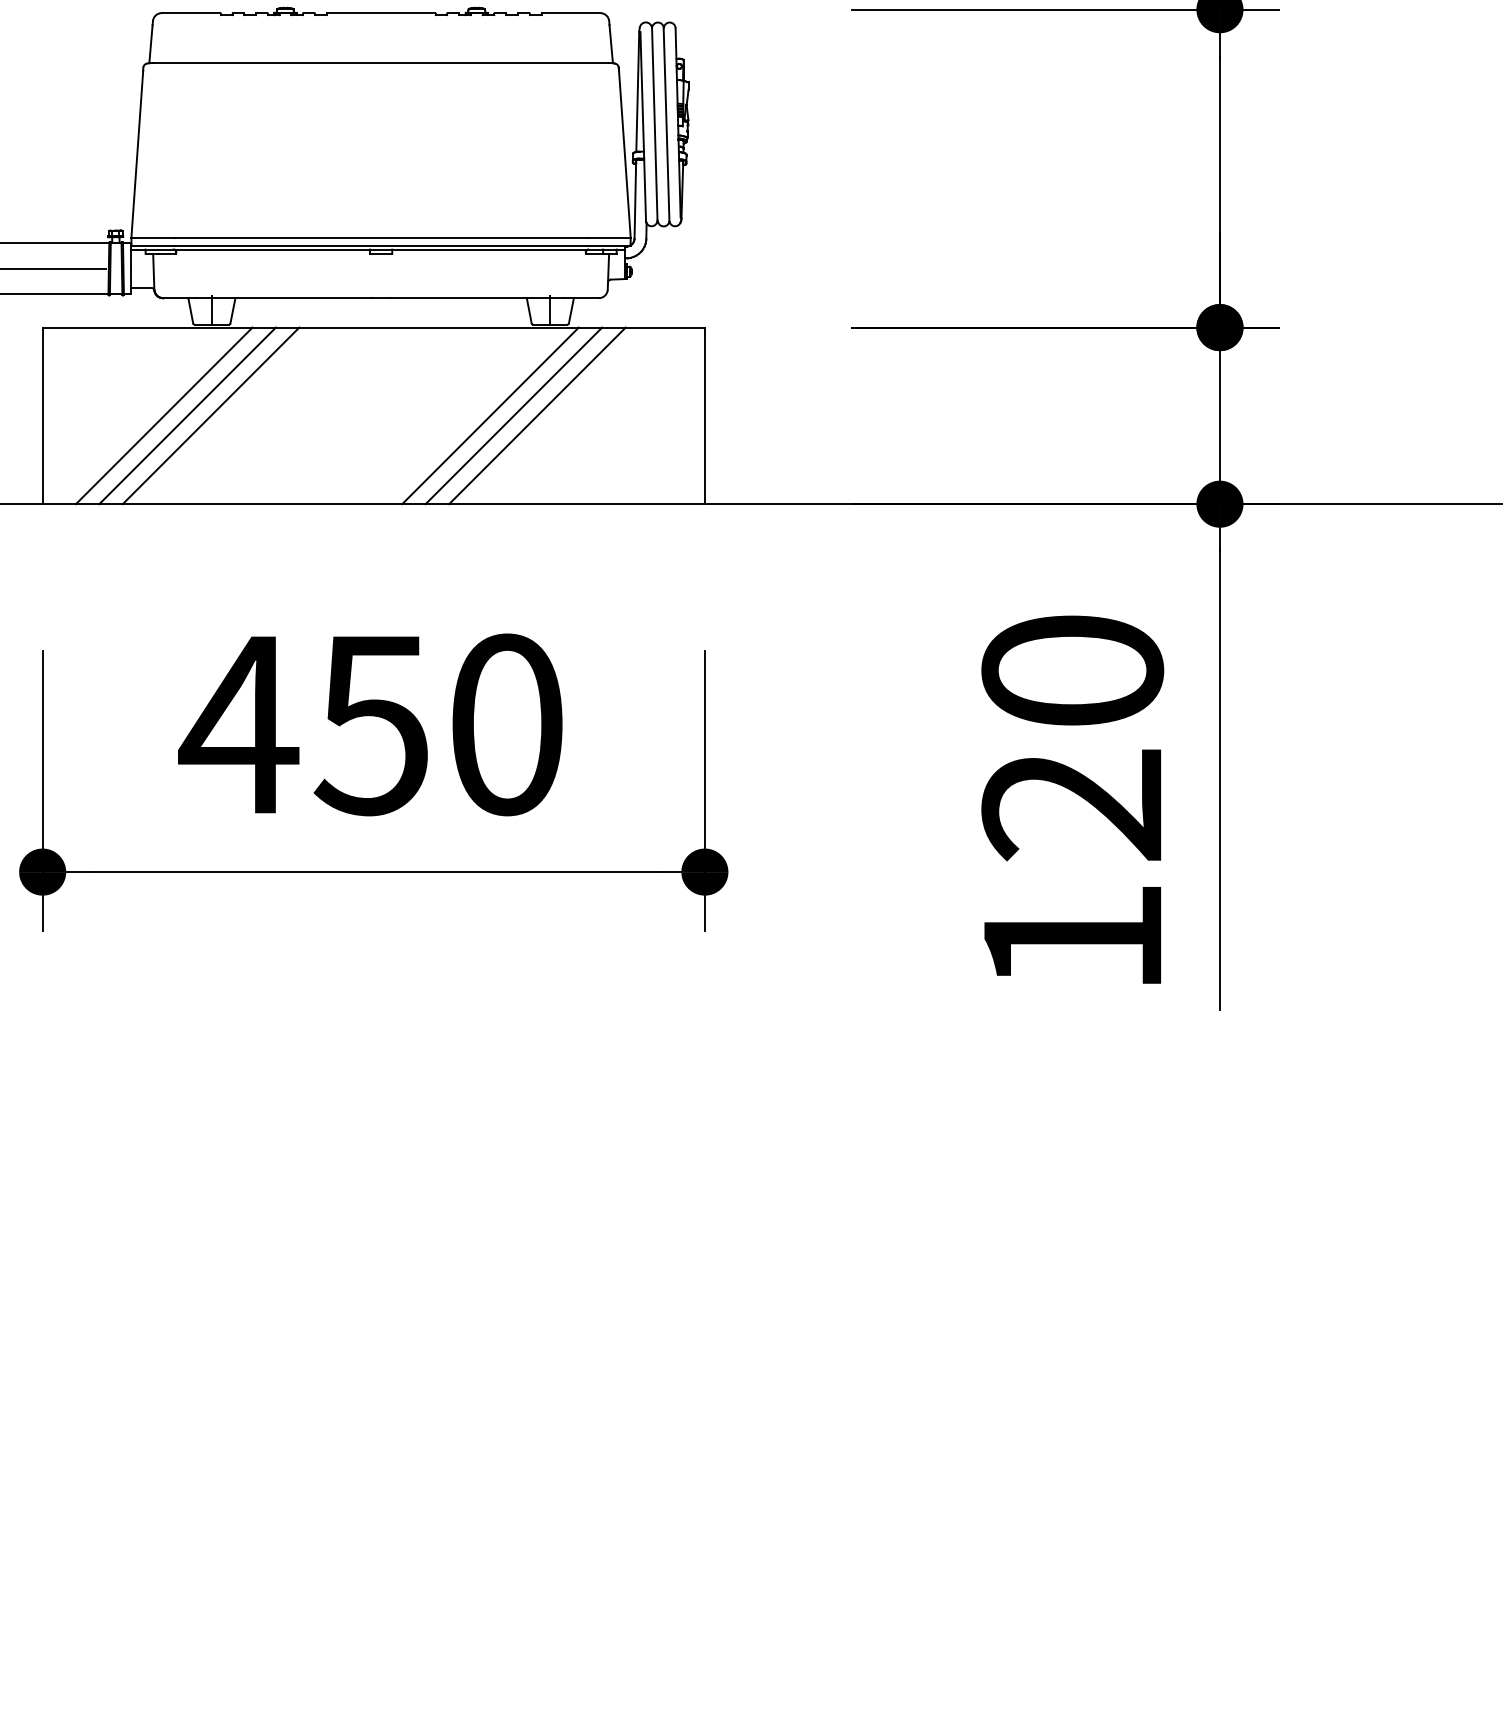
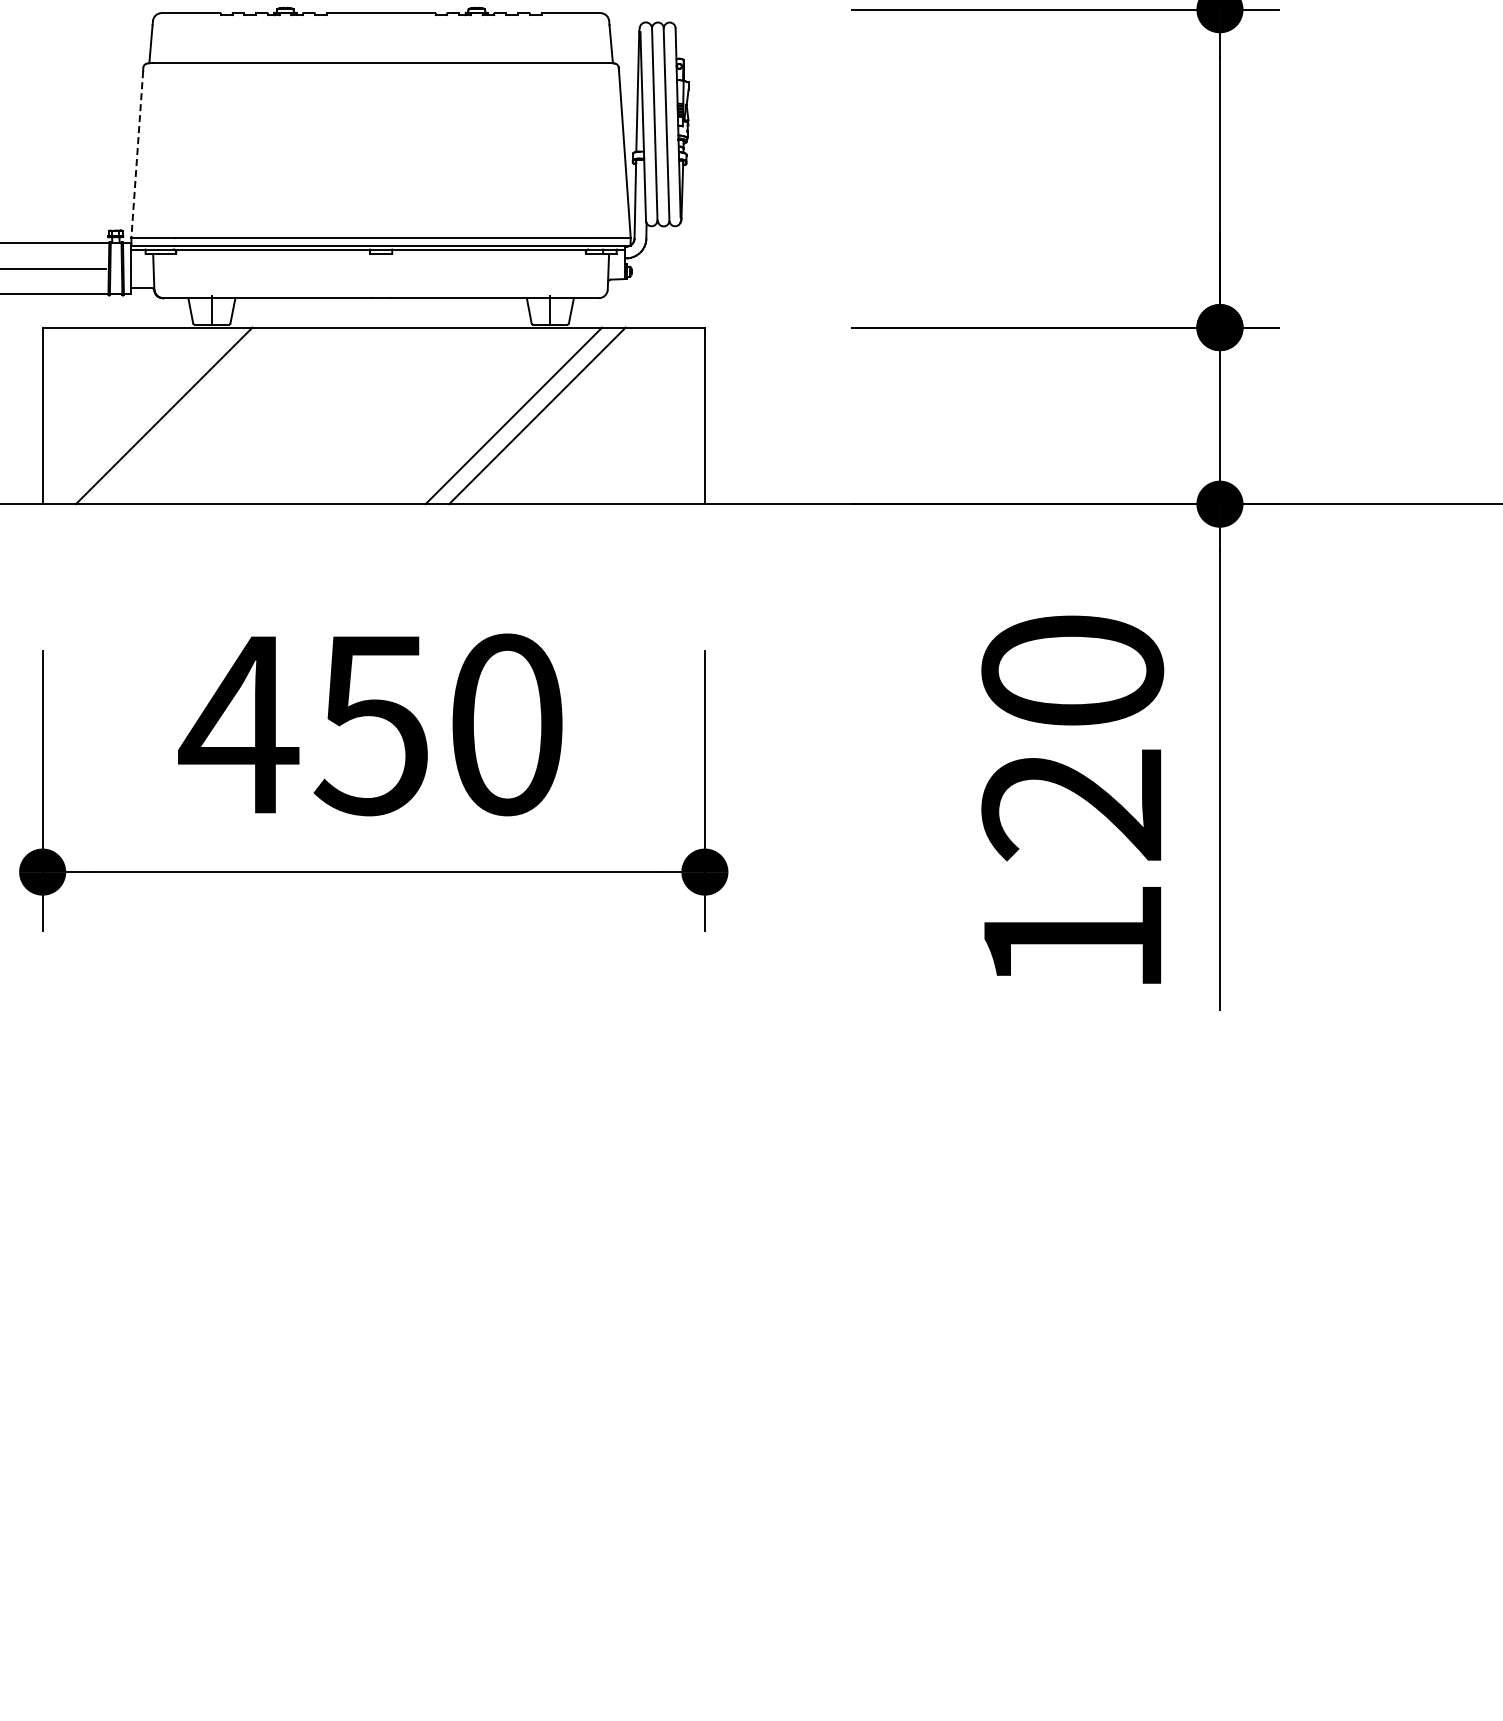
line at (137, 154): solid -> dashed
line at (187, 415): present -> none
line at (210, 415): present -> none
line at (490, 415): present -> none
